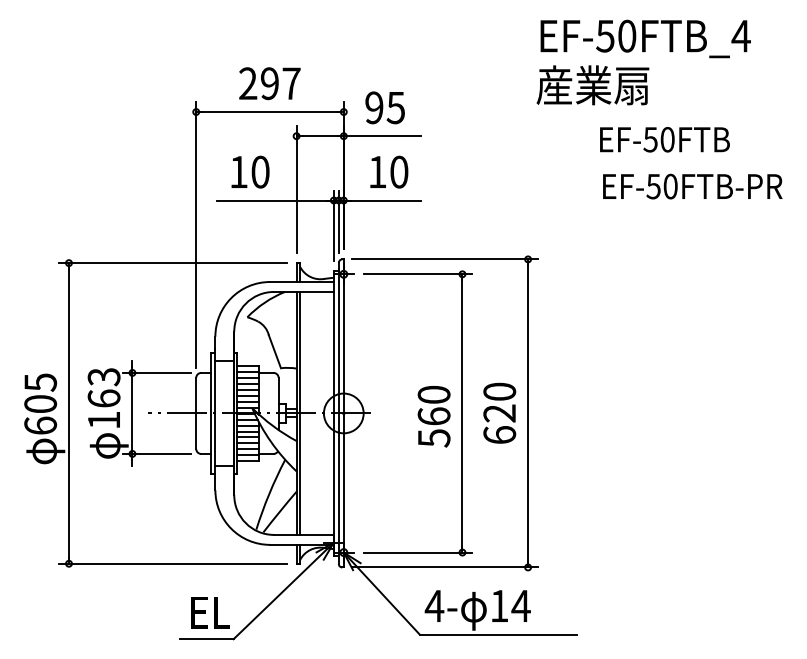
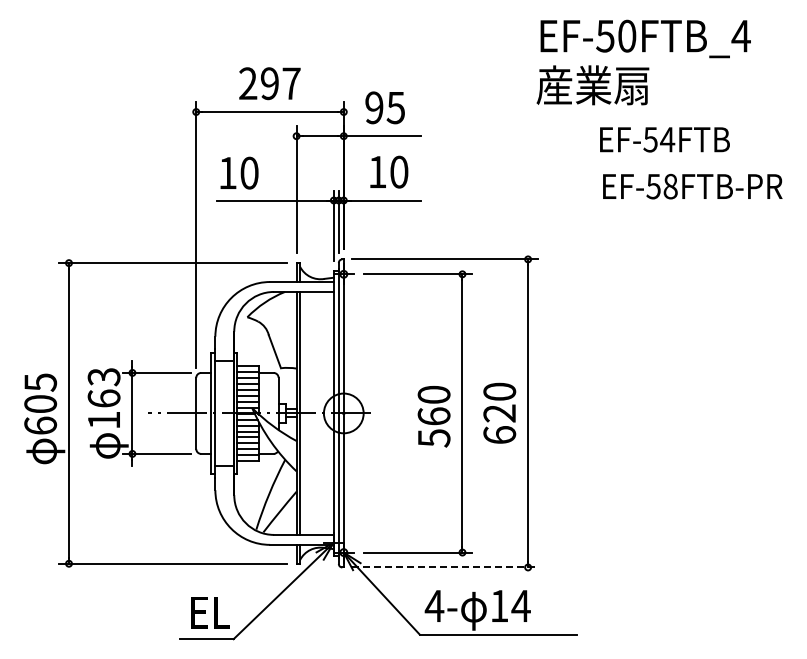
text at (667, 139): EF-50FTB -> EF-54FTB
text at (250, 171) position: (250, 171) -> (239, 172)
text at (670, 186): EF-50FTB-PR -> EF-58FTB-PR
line at (445, 567): solid -> dashed
